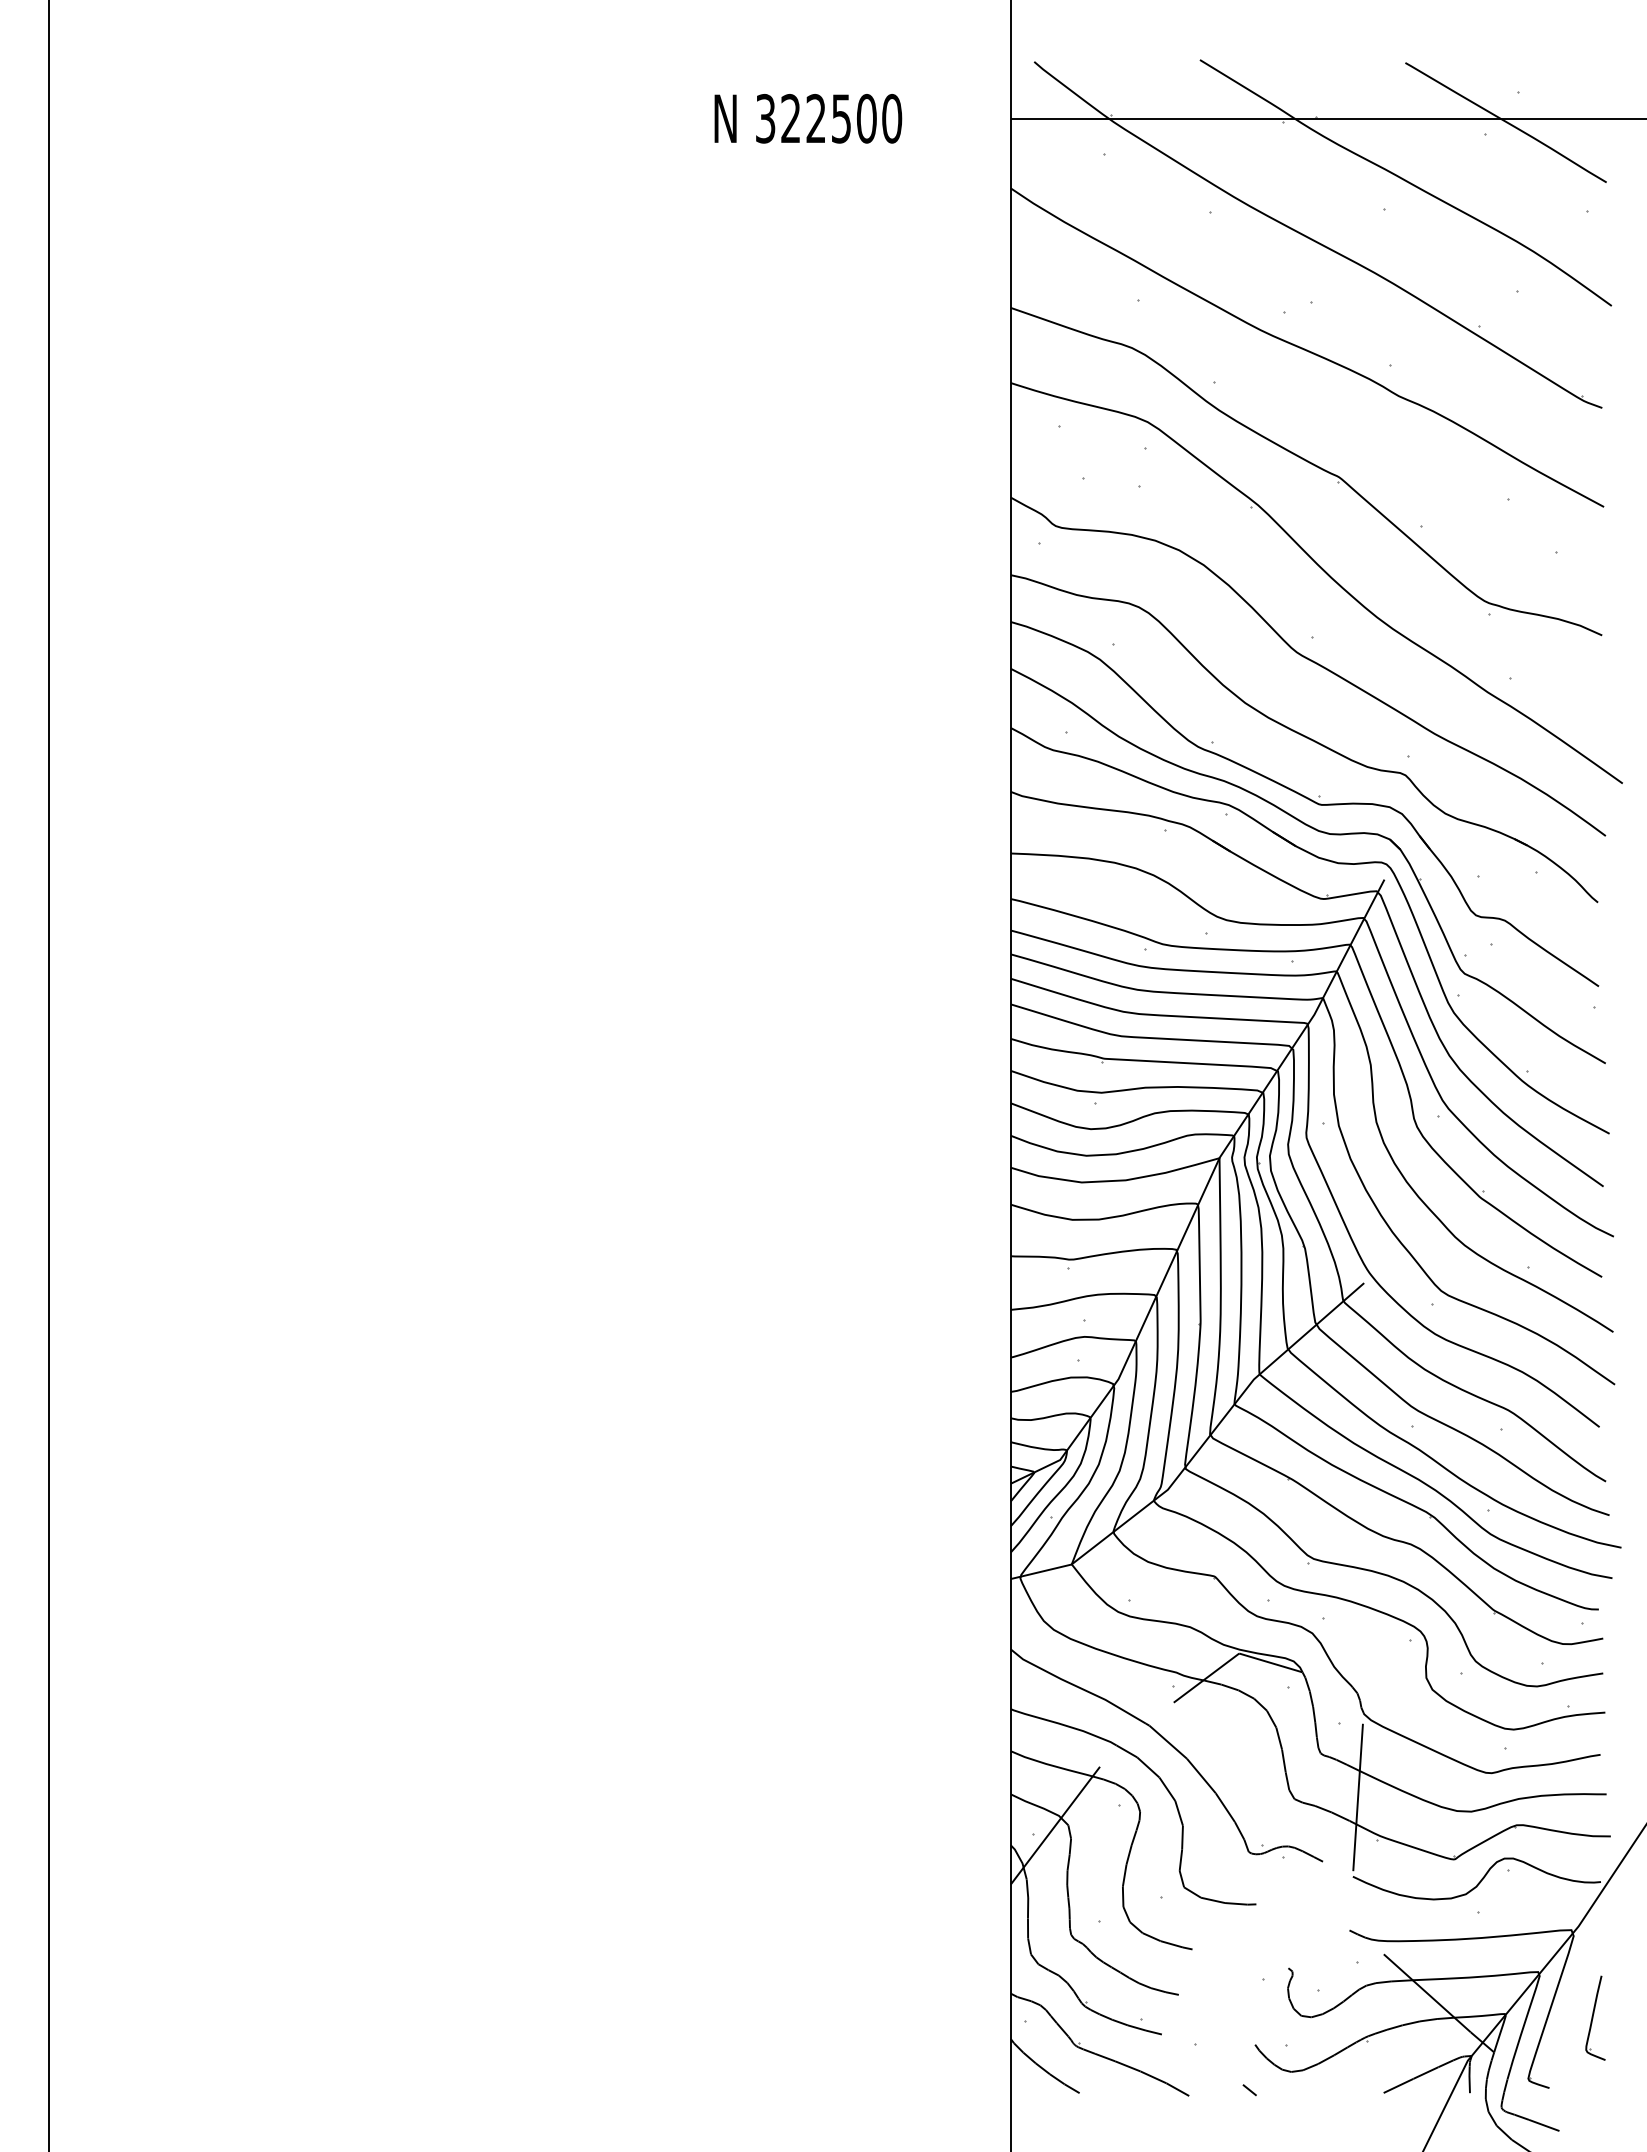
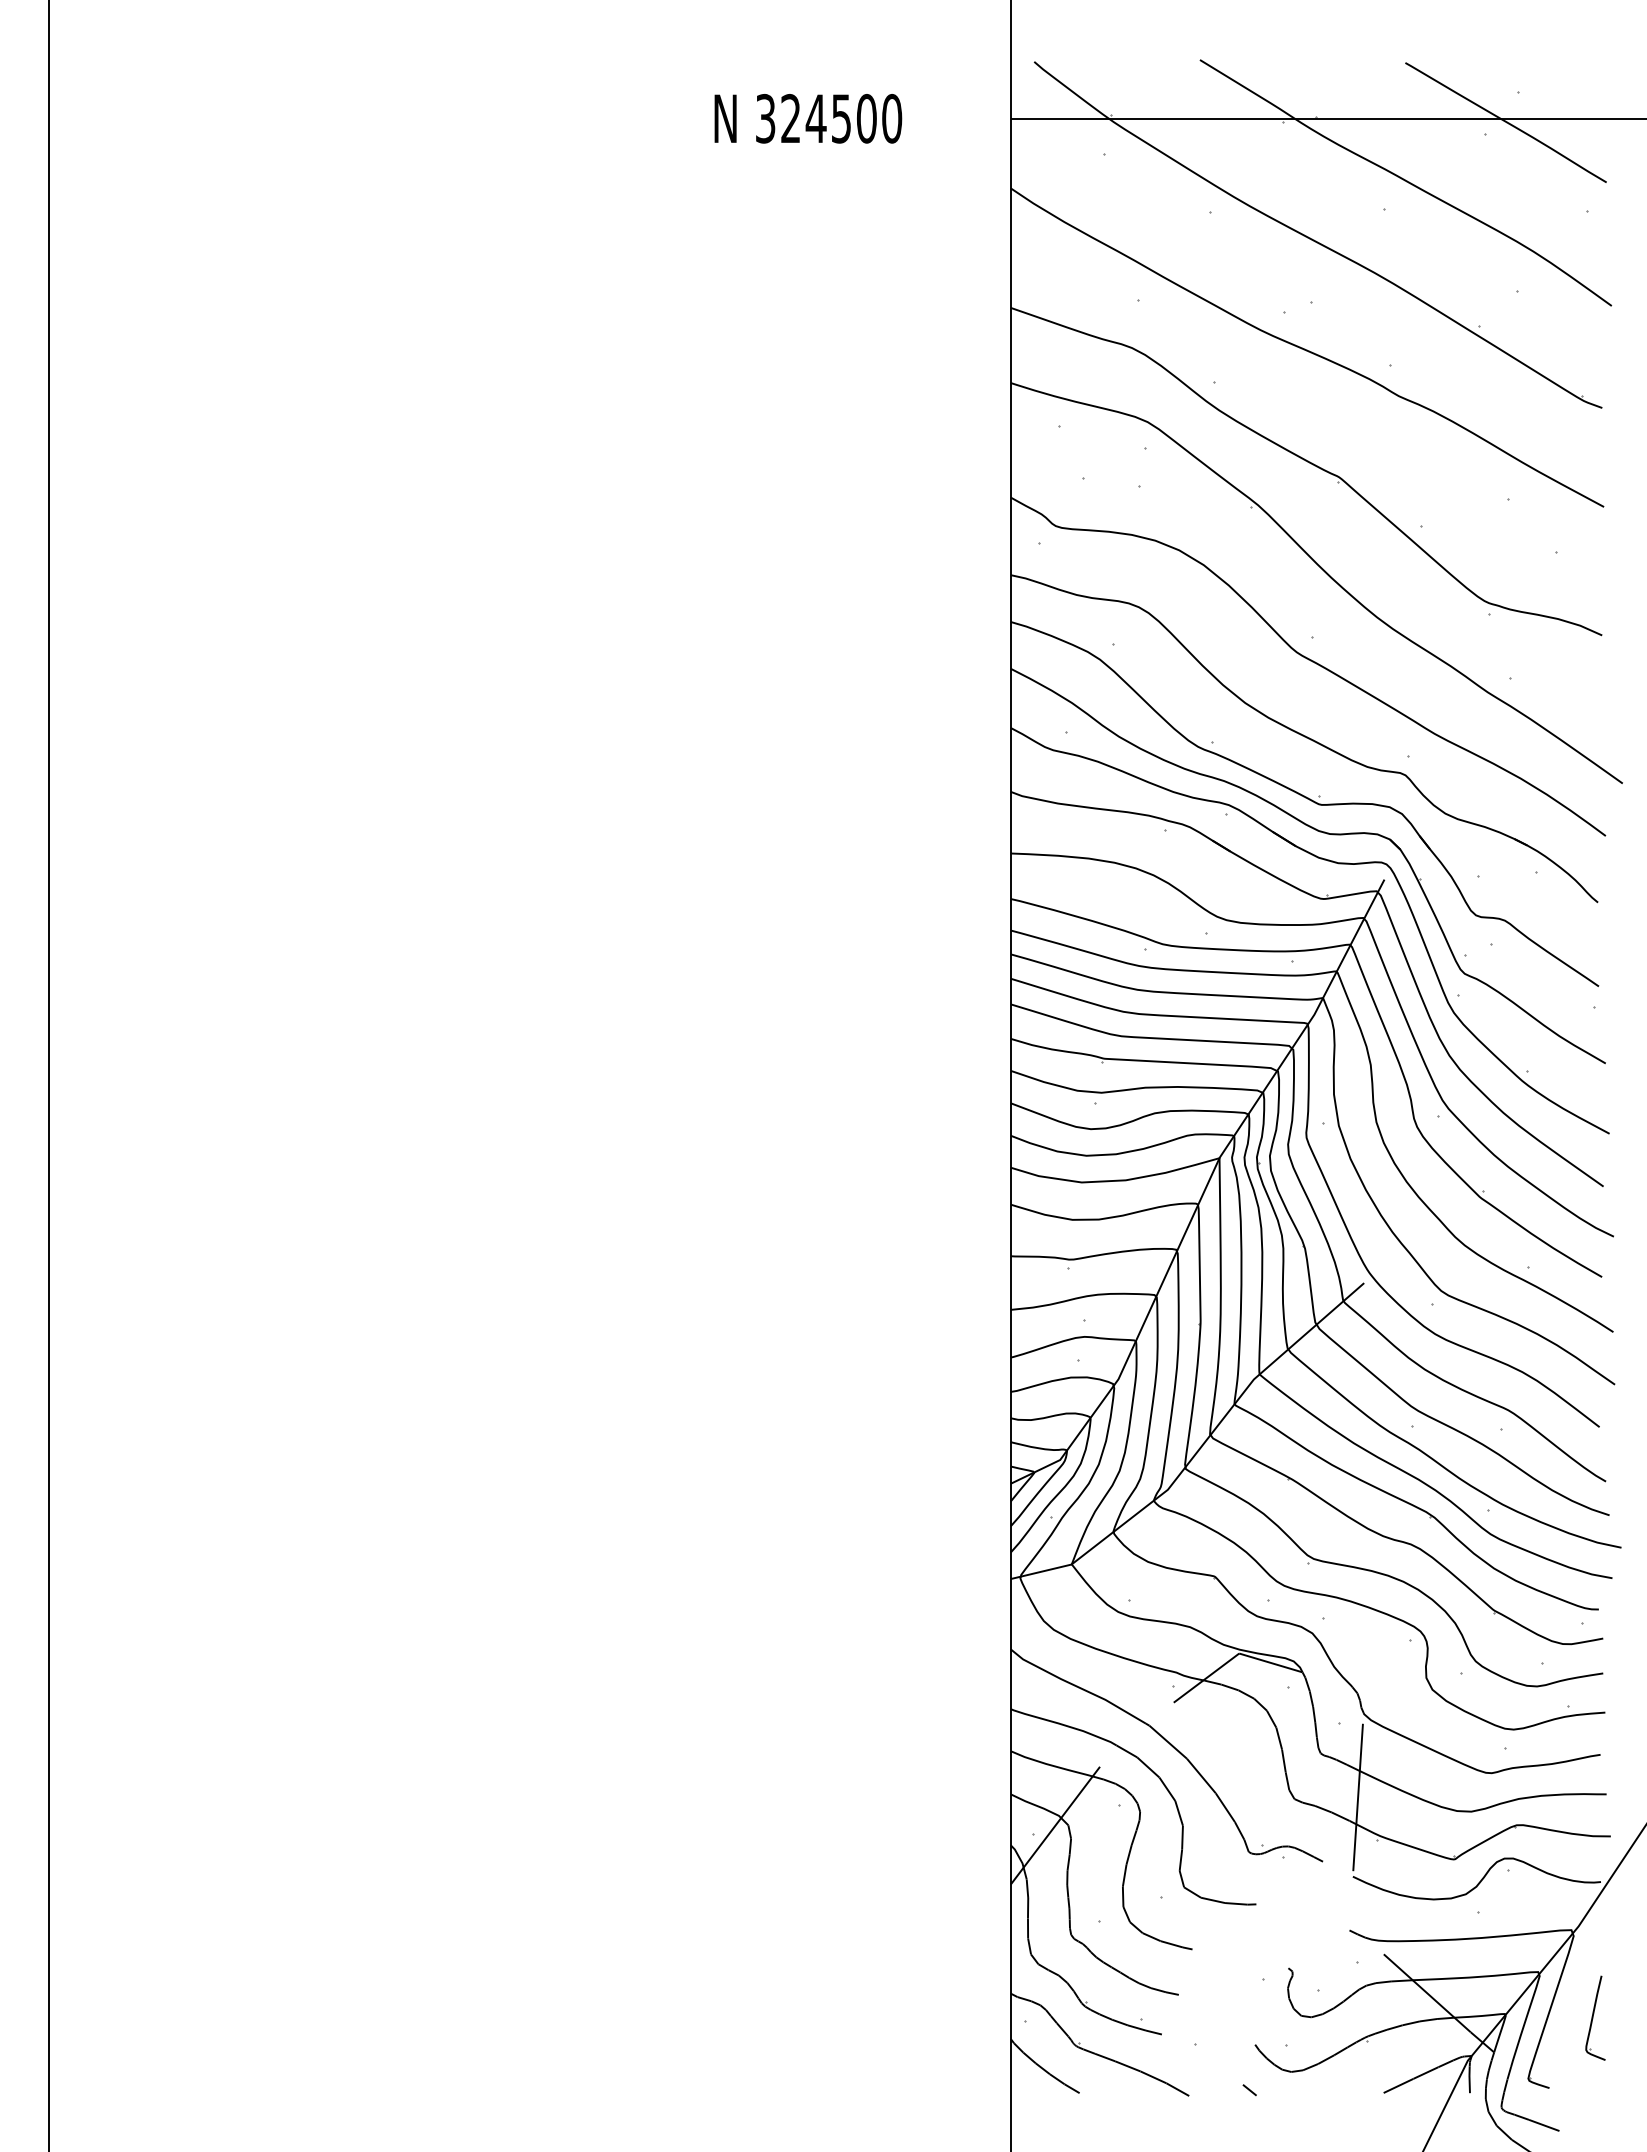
text at (815, 117): 322500 -> 324500
